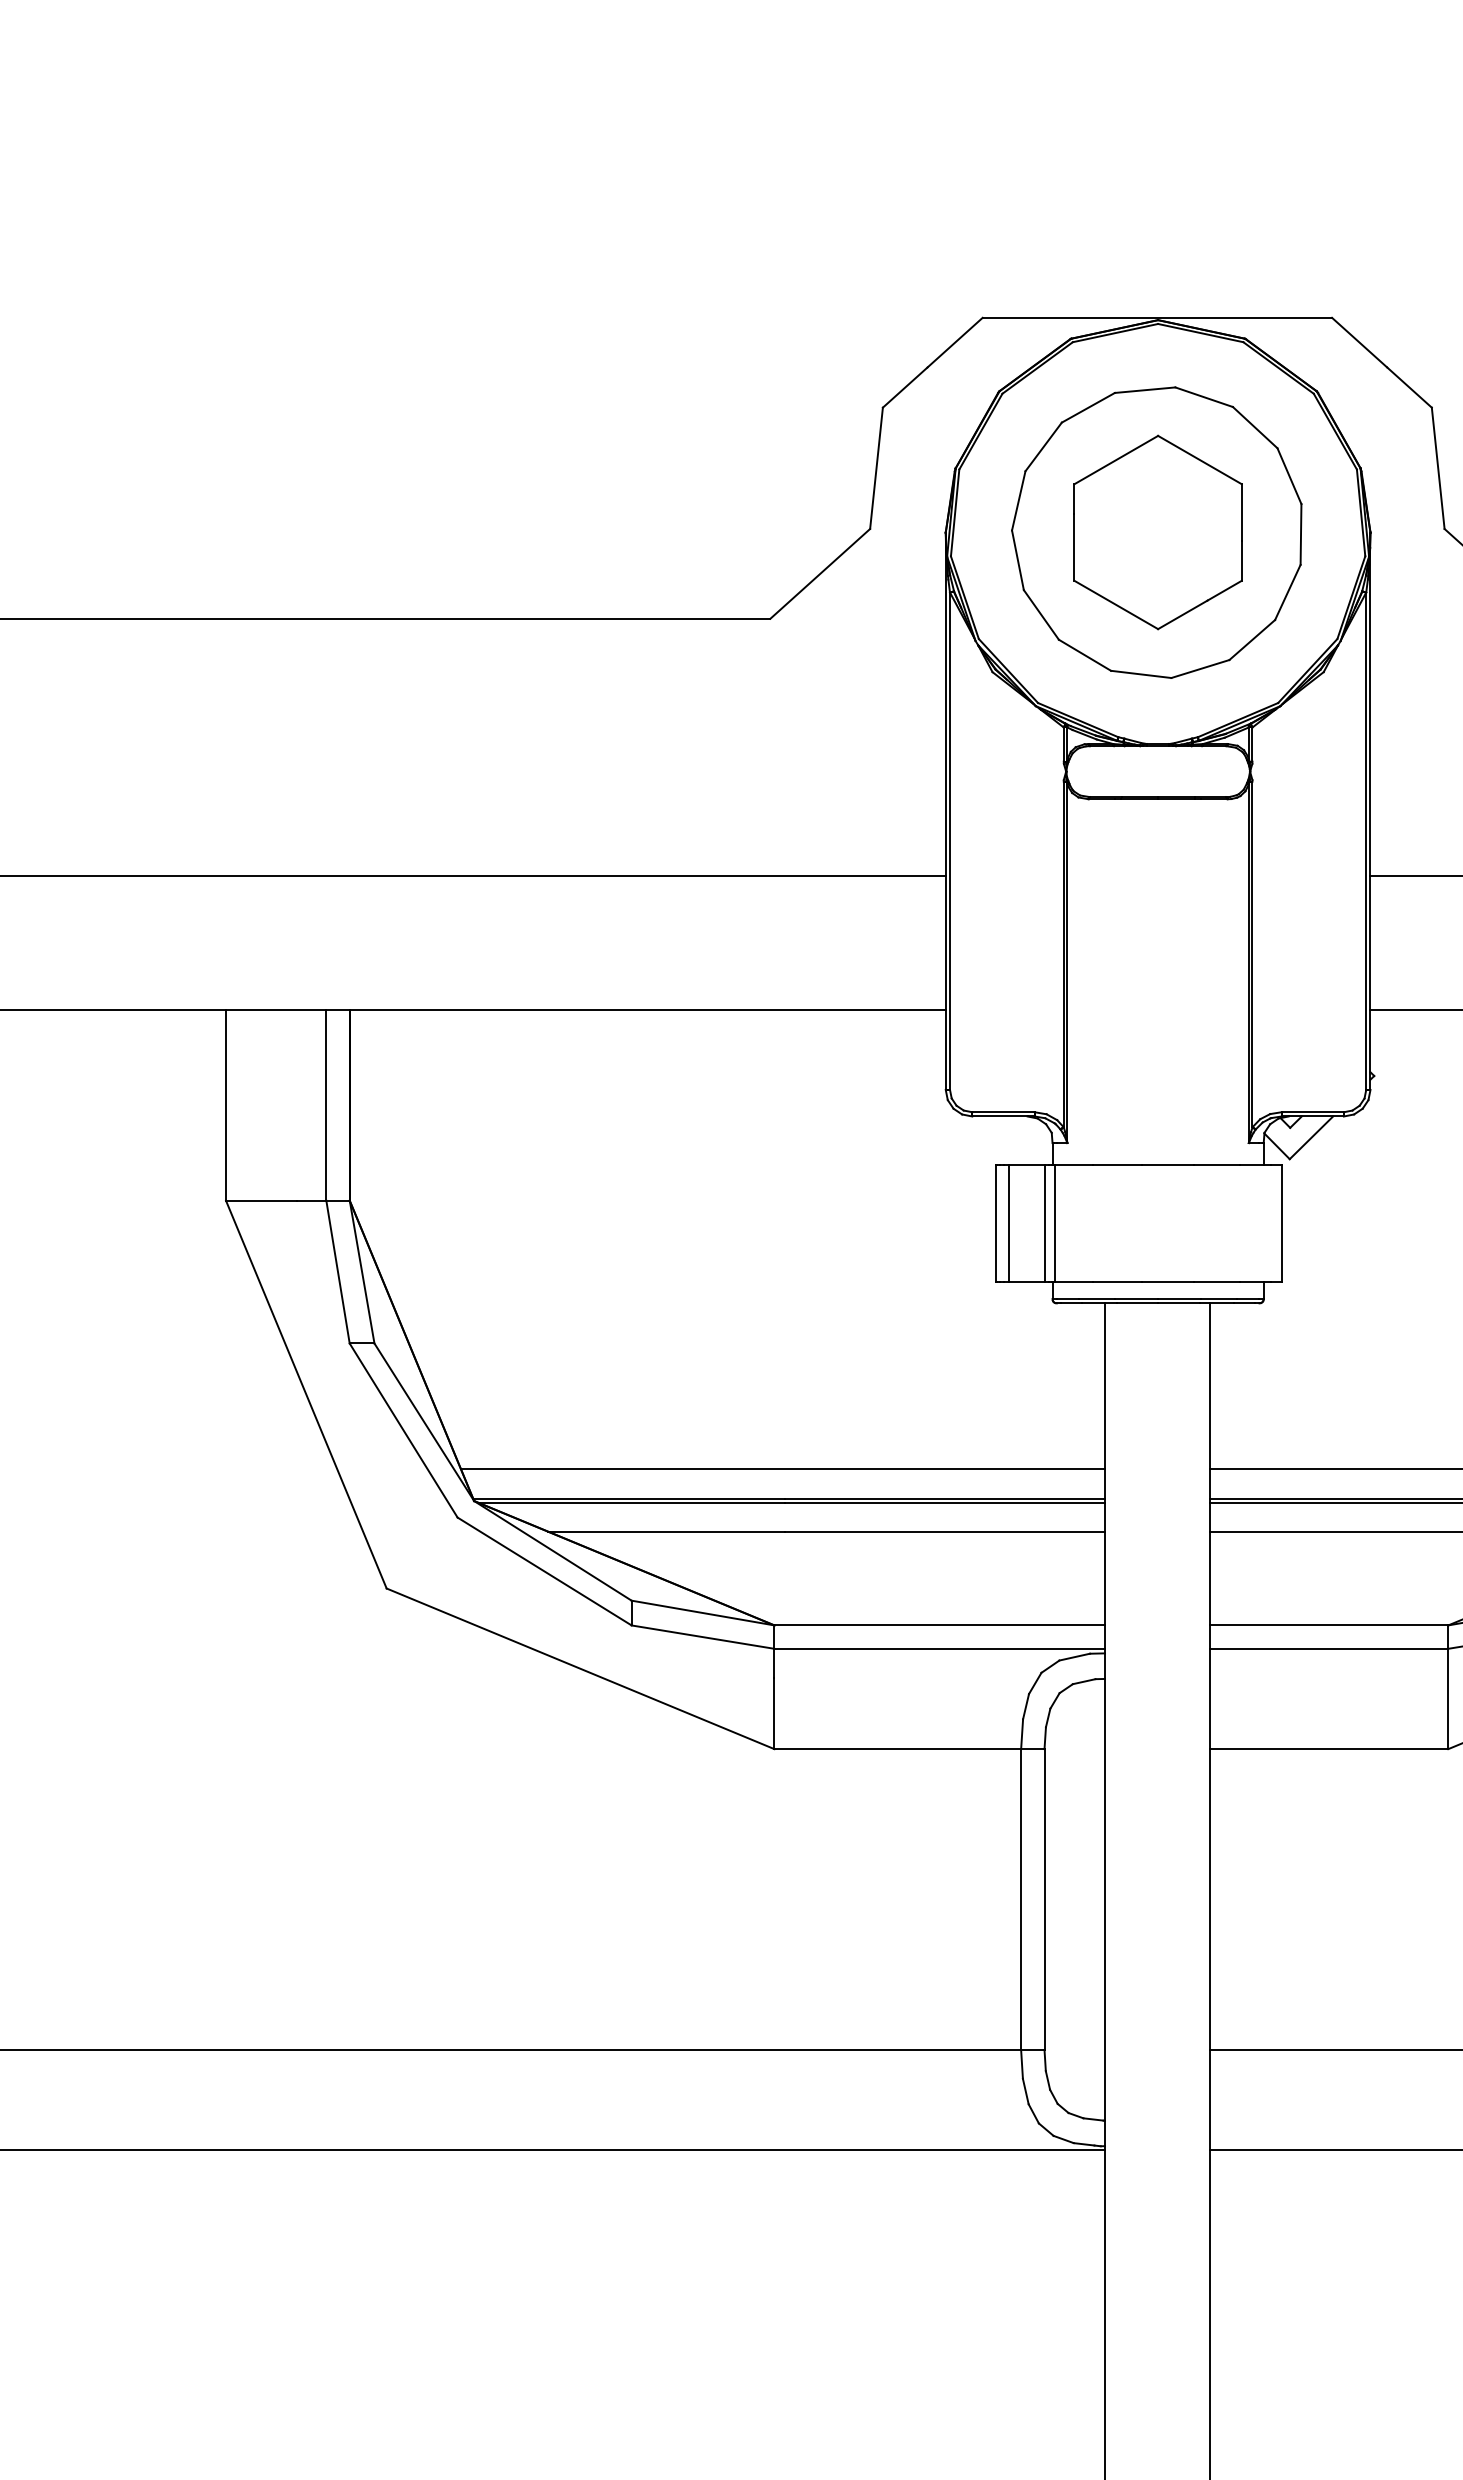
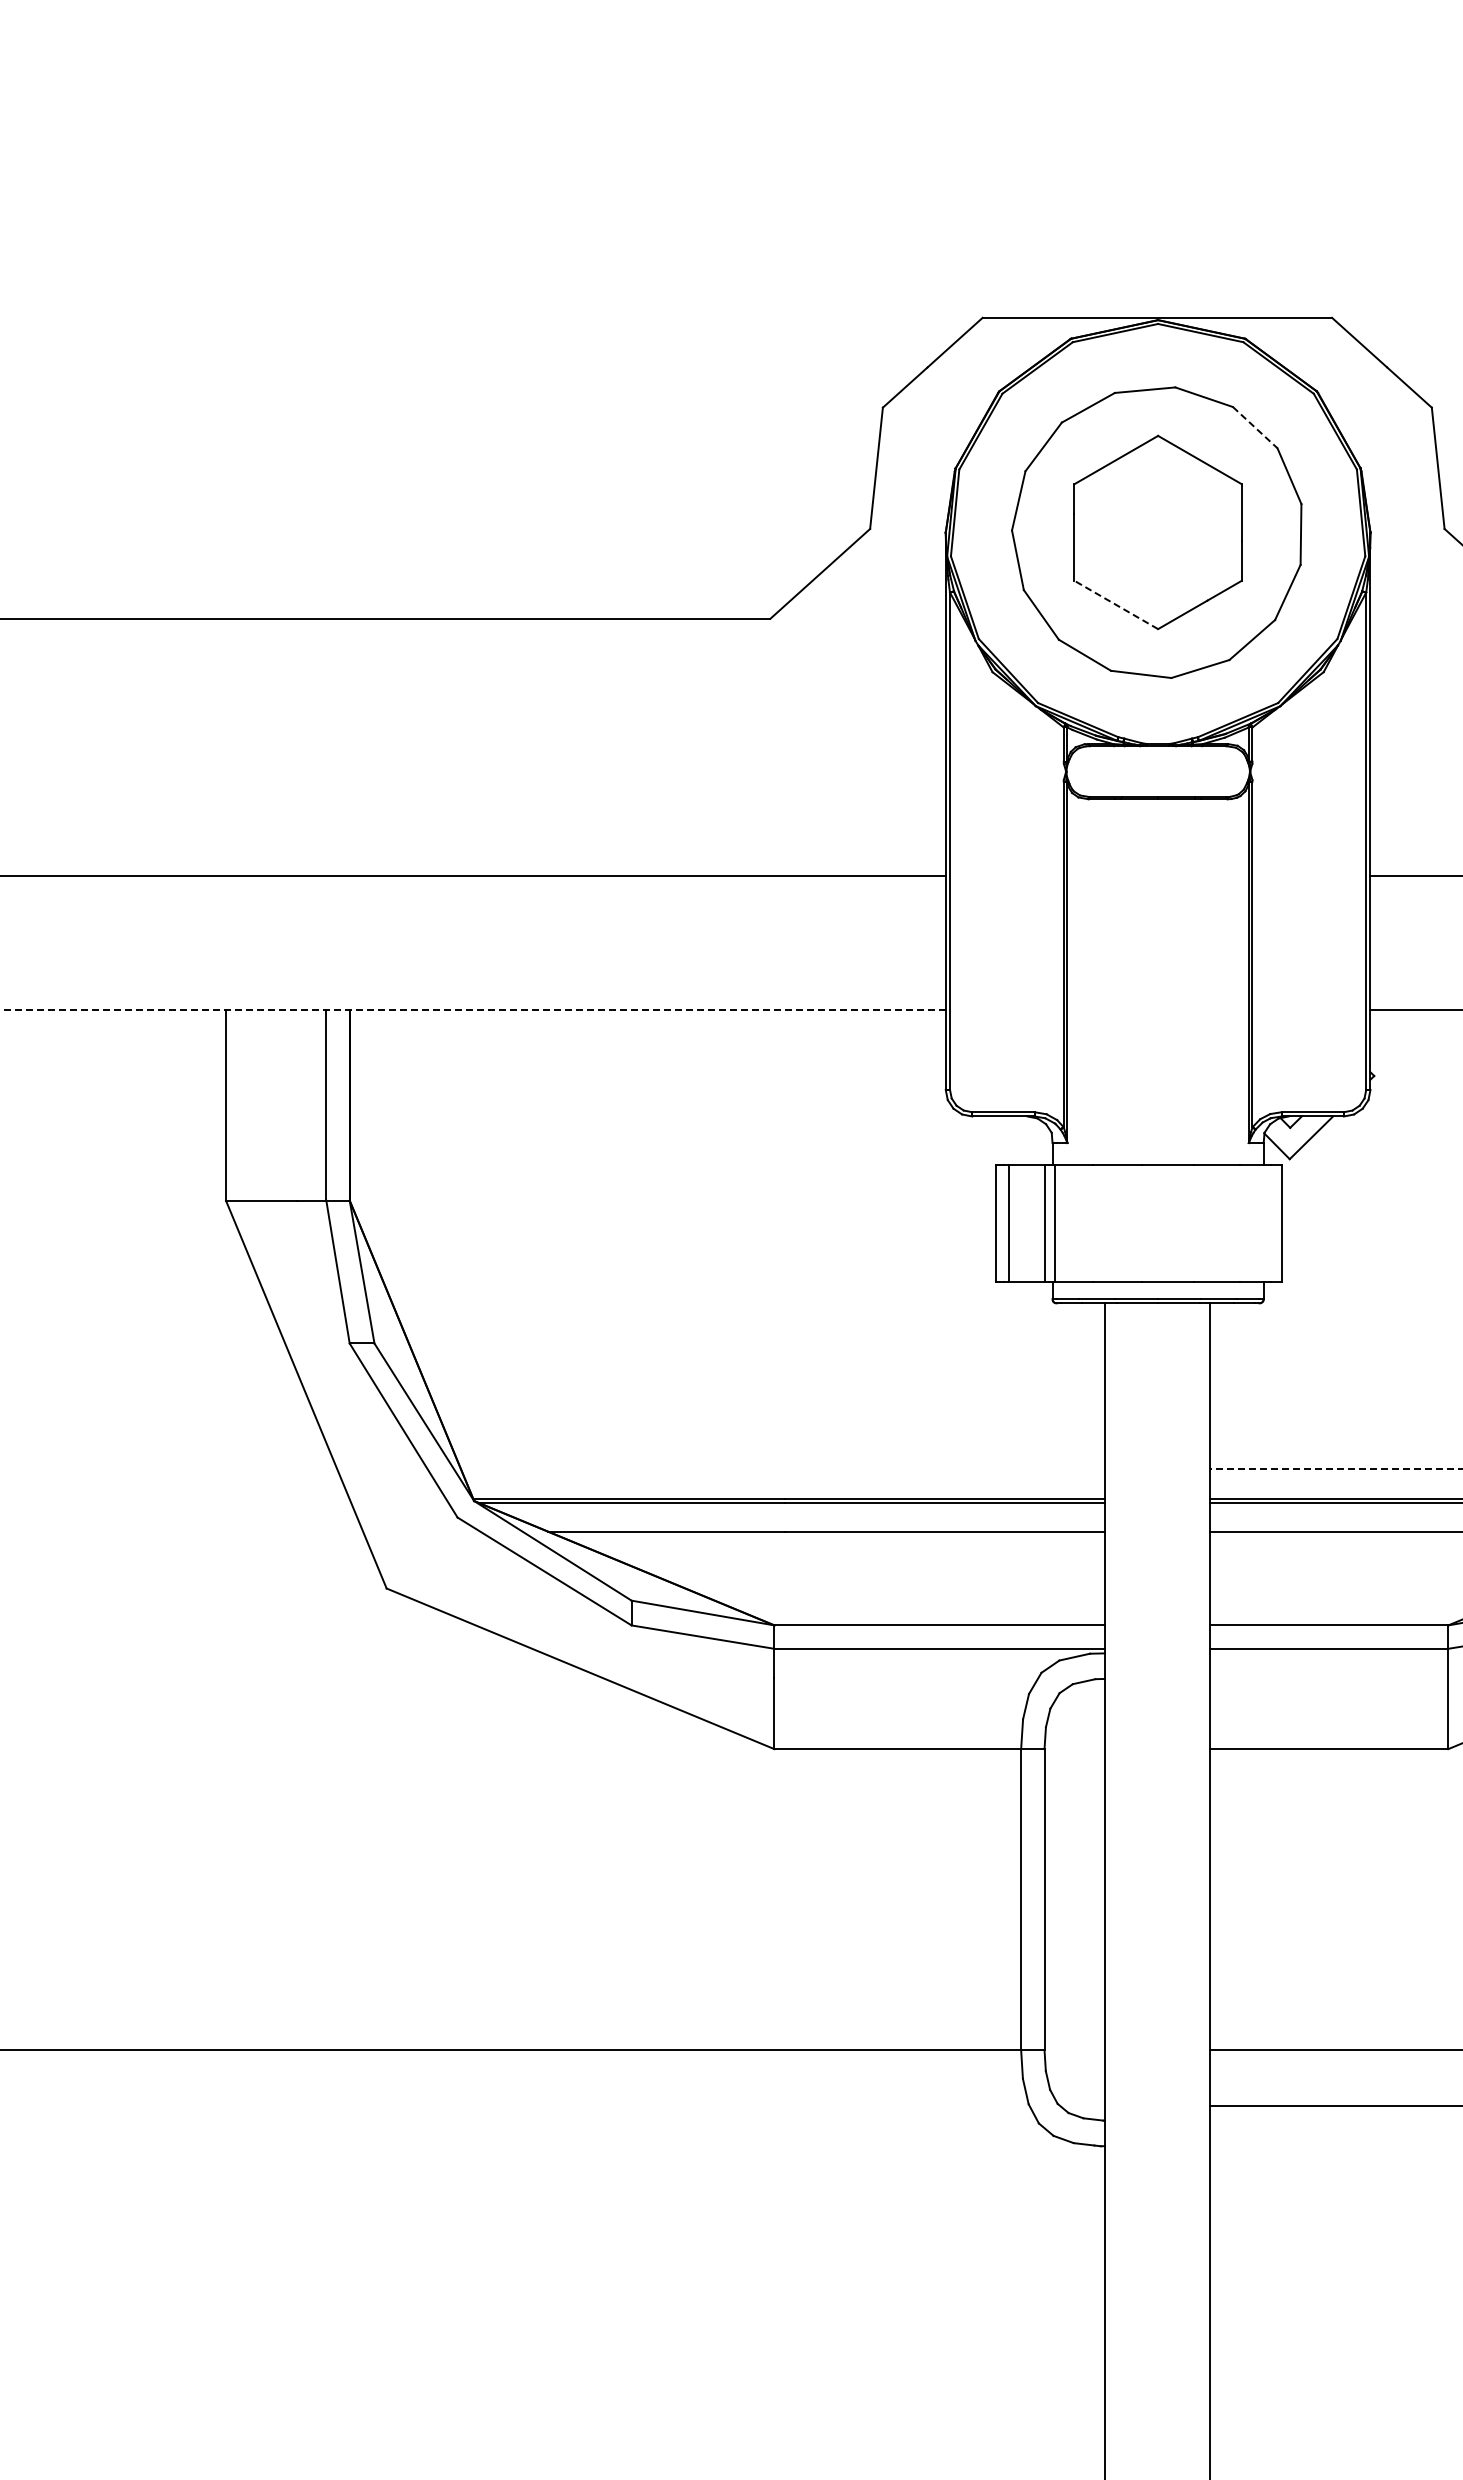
line at (1255, 427): solid -> dashed
line at (1115, 604): solid -> dashed
line at (472, 1010): solid -> dashed
line at (782, 1468): present -> none
line at (1335, 1468): solid -> dashed
line at (553, 2150): present -> none
line at (1334, 2150) position: (1334, 2150) -> (1334, 2106)
